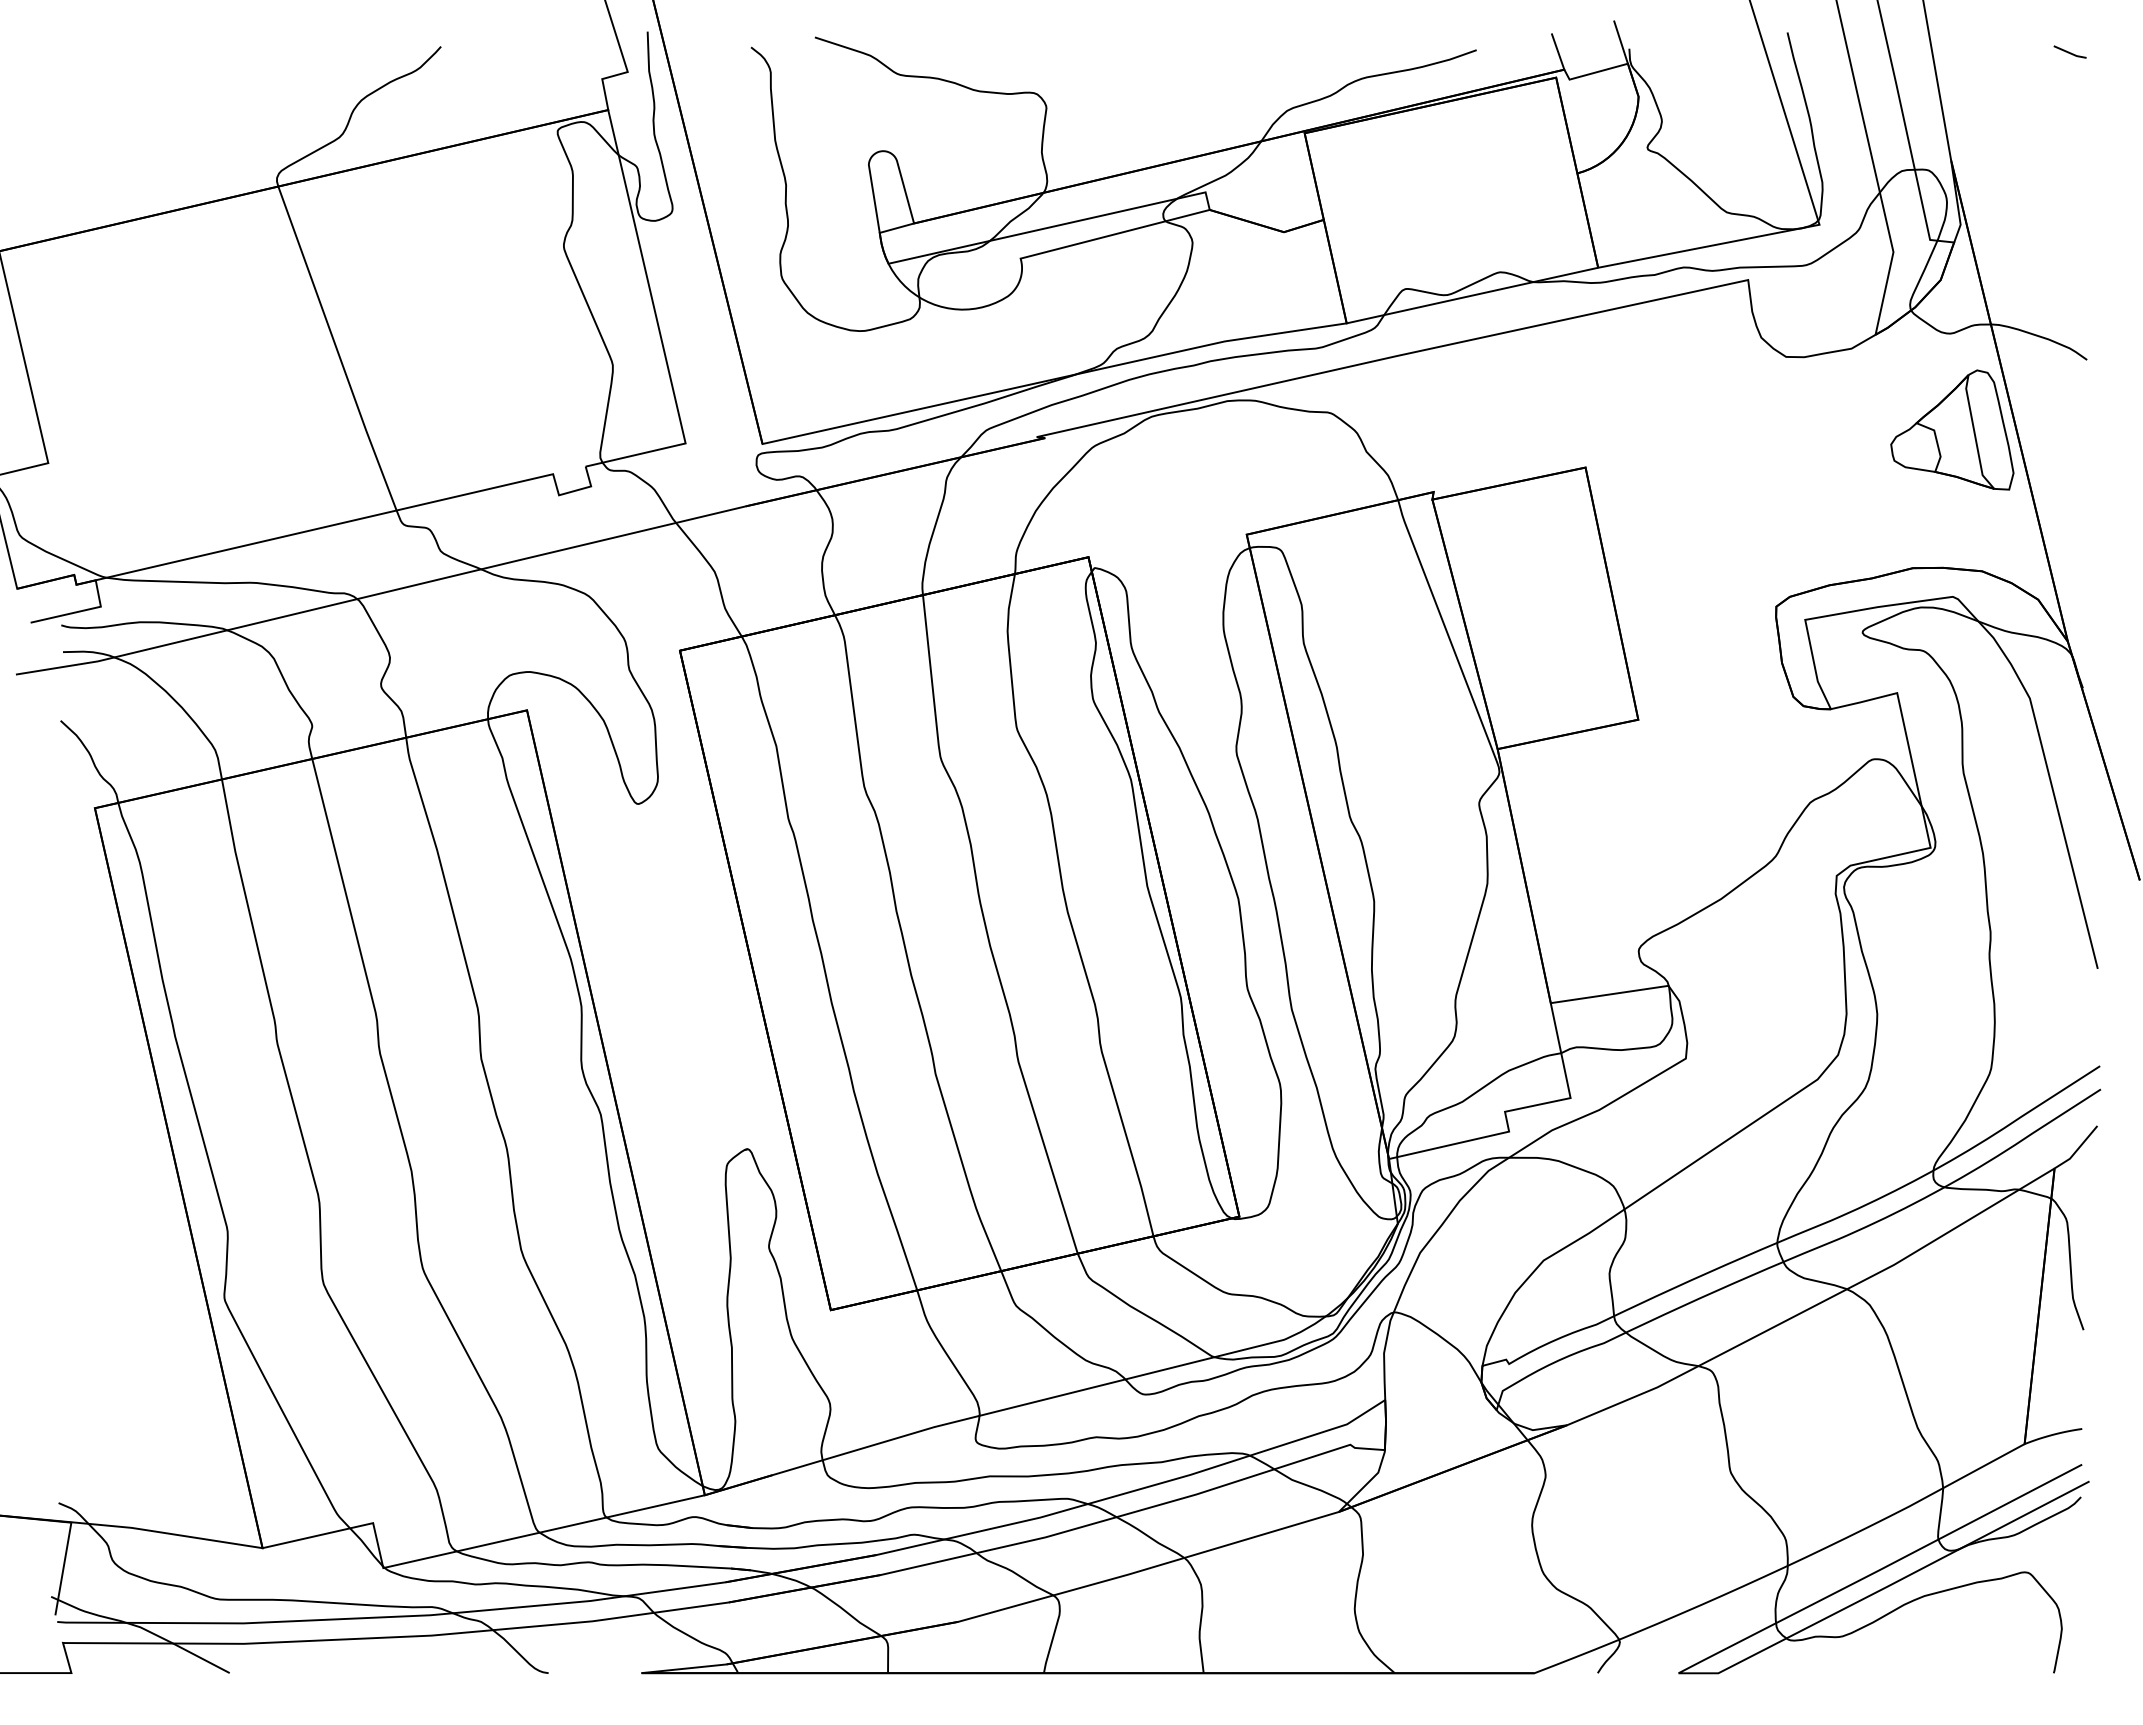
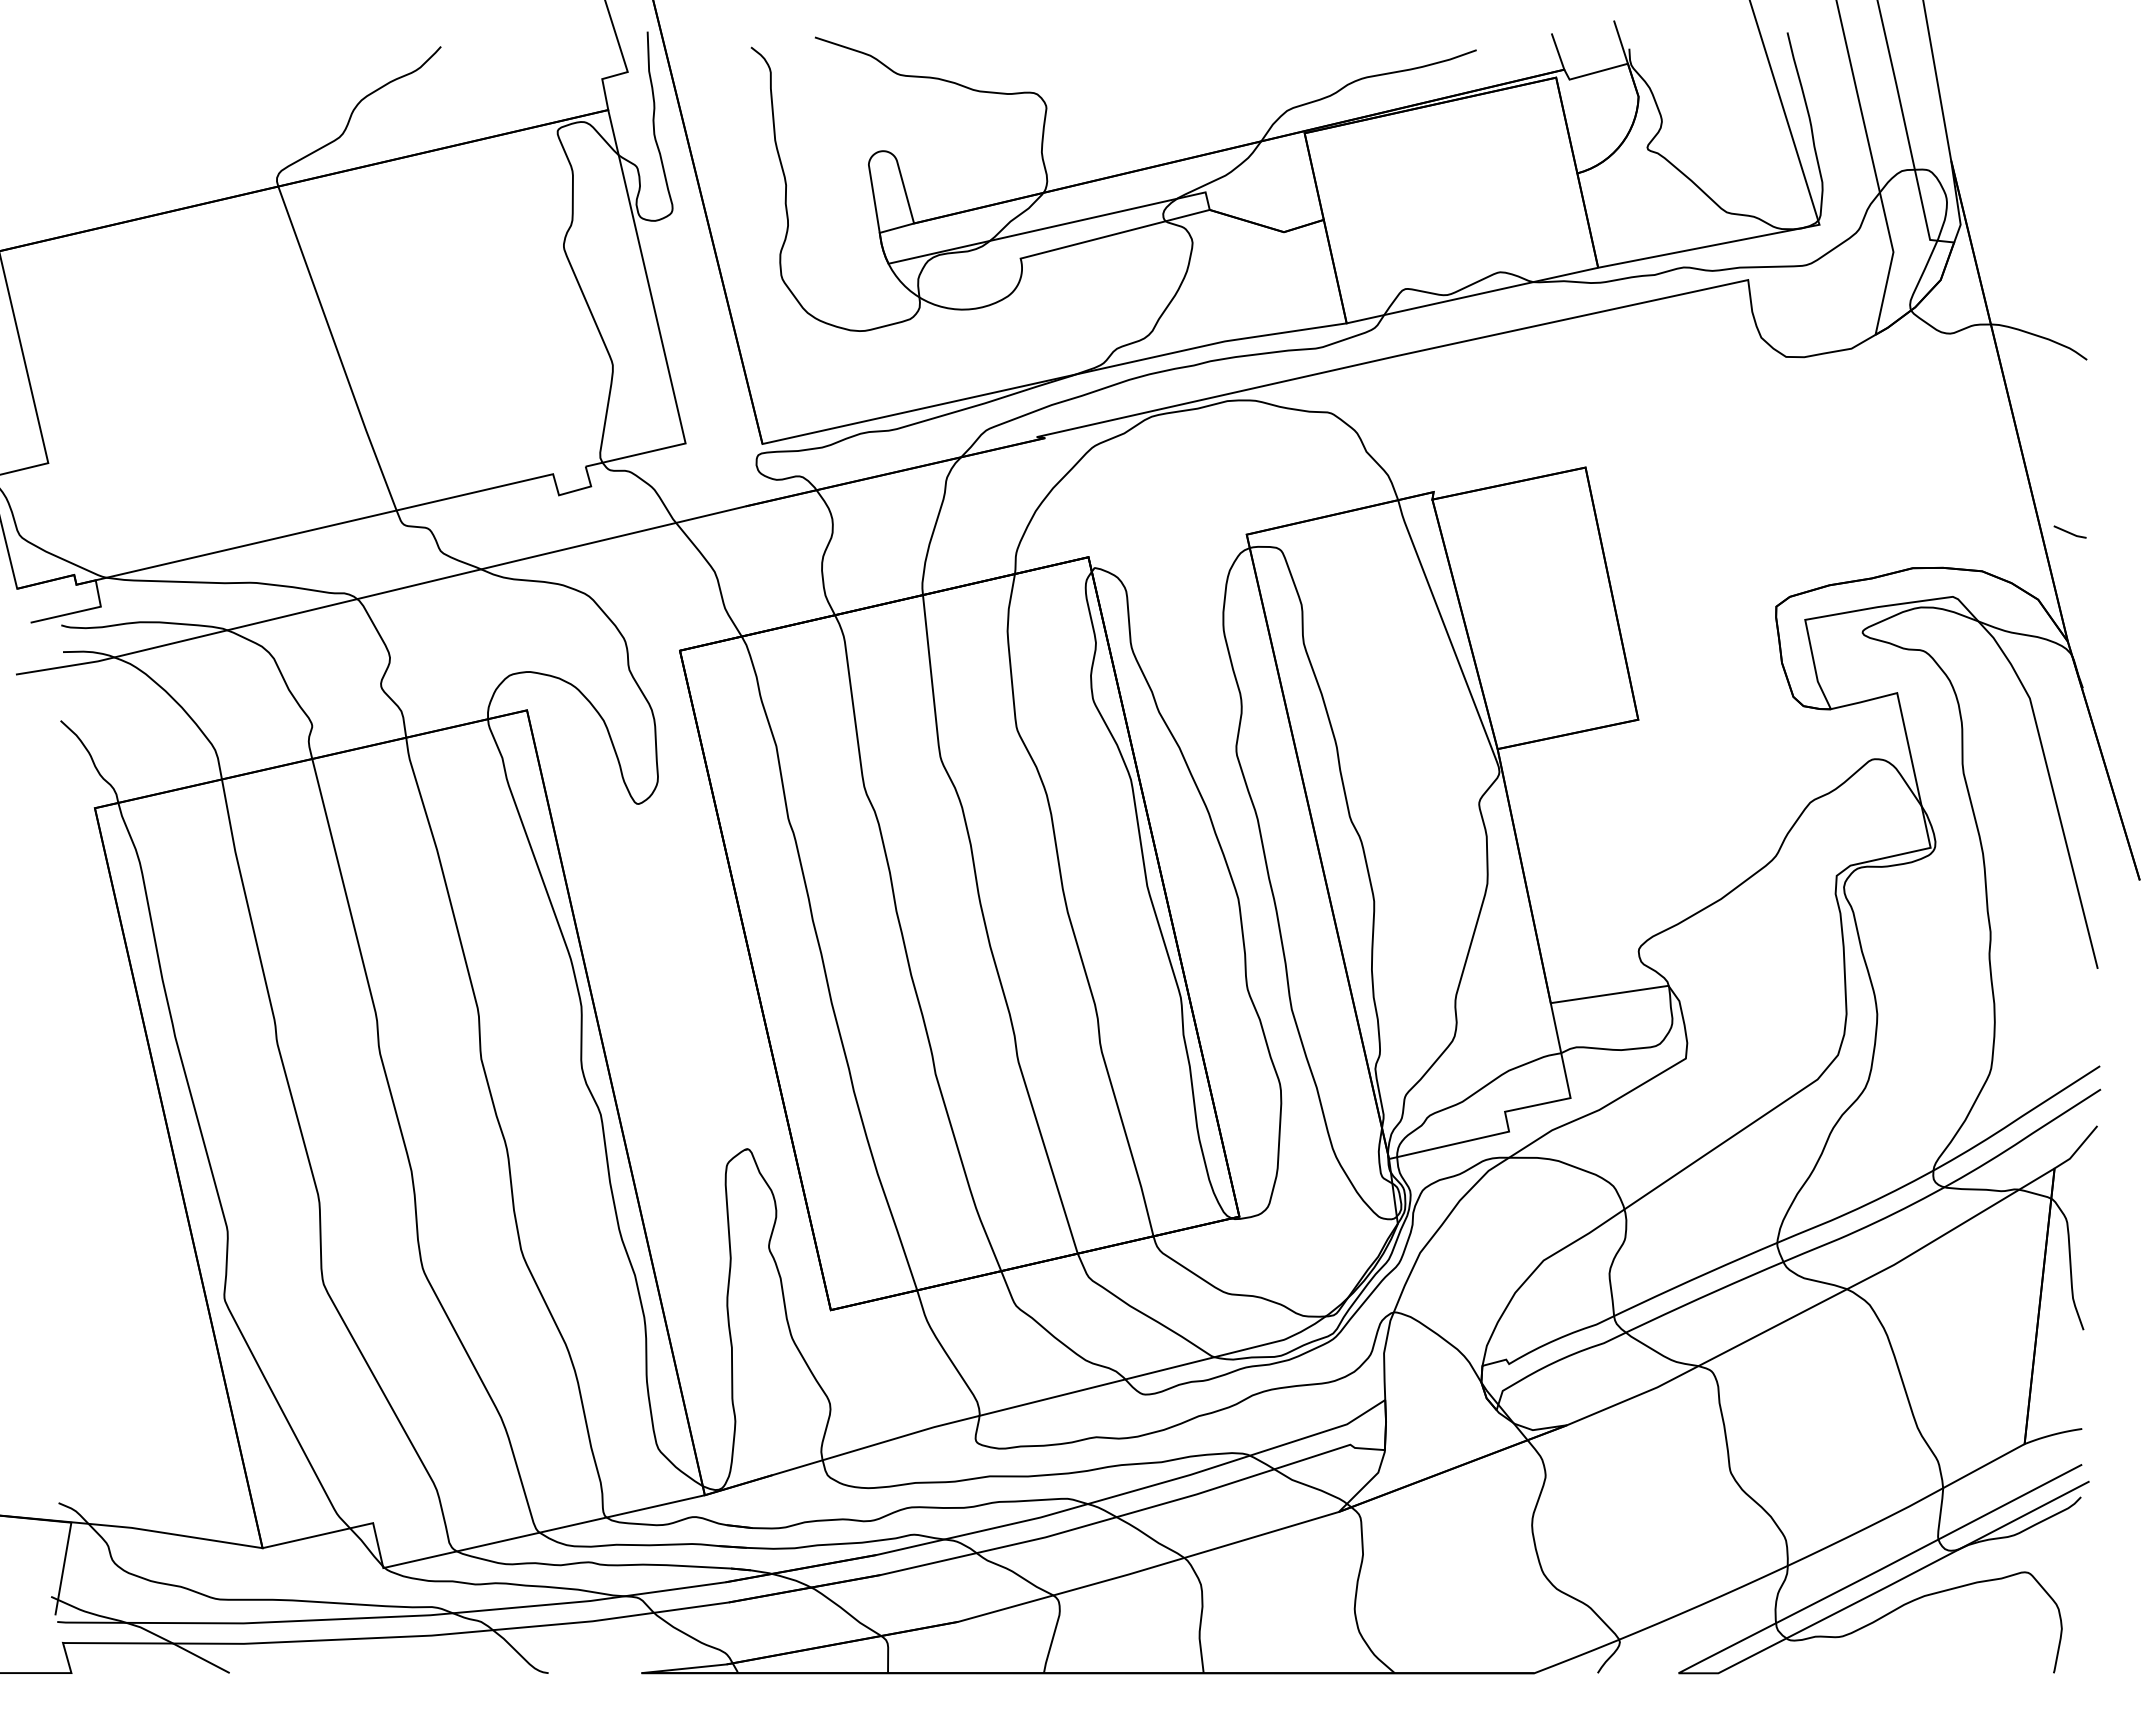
line at (2069, 51) position: (2069, 51) -> (2069, 531)
part at (1952, 429): present -> none
